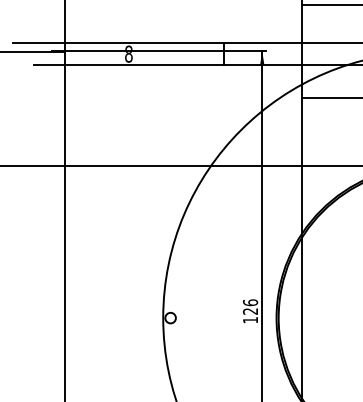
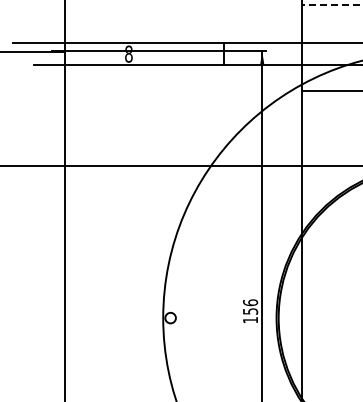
line at (332, 4): solid -> dashed
line at (330, 98) position: (330, 98) -> (330, 91)
text at (250, 311): 126 -> 156
